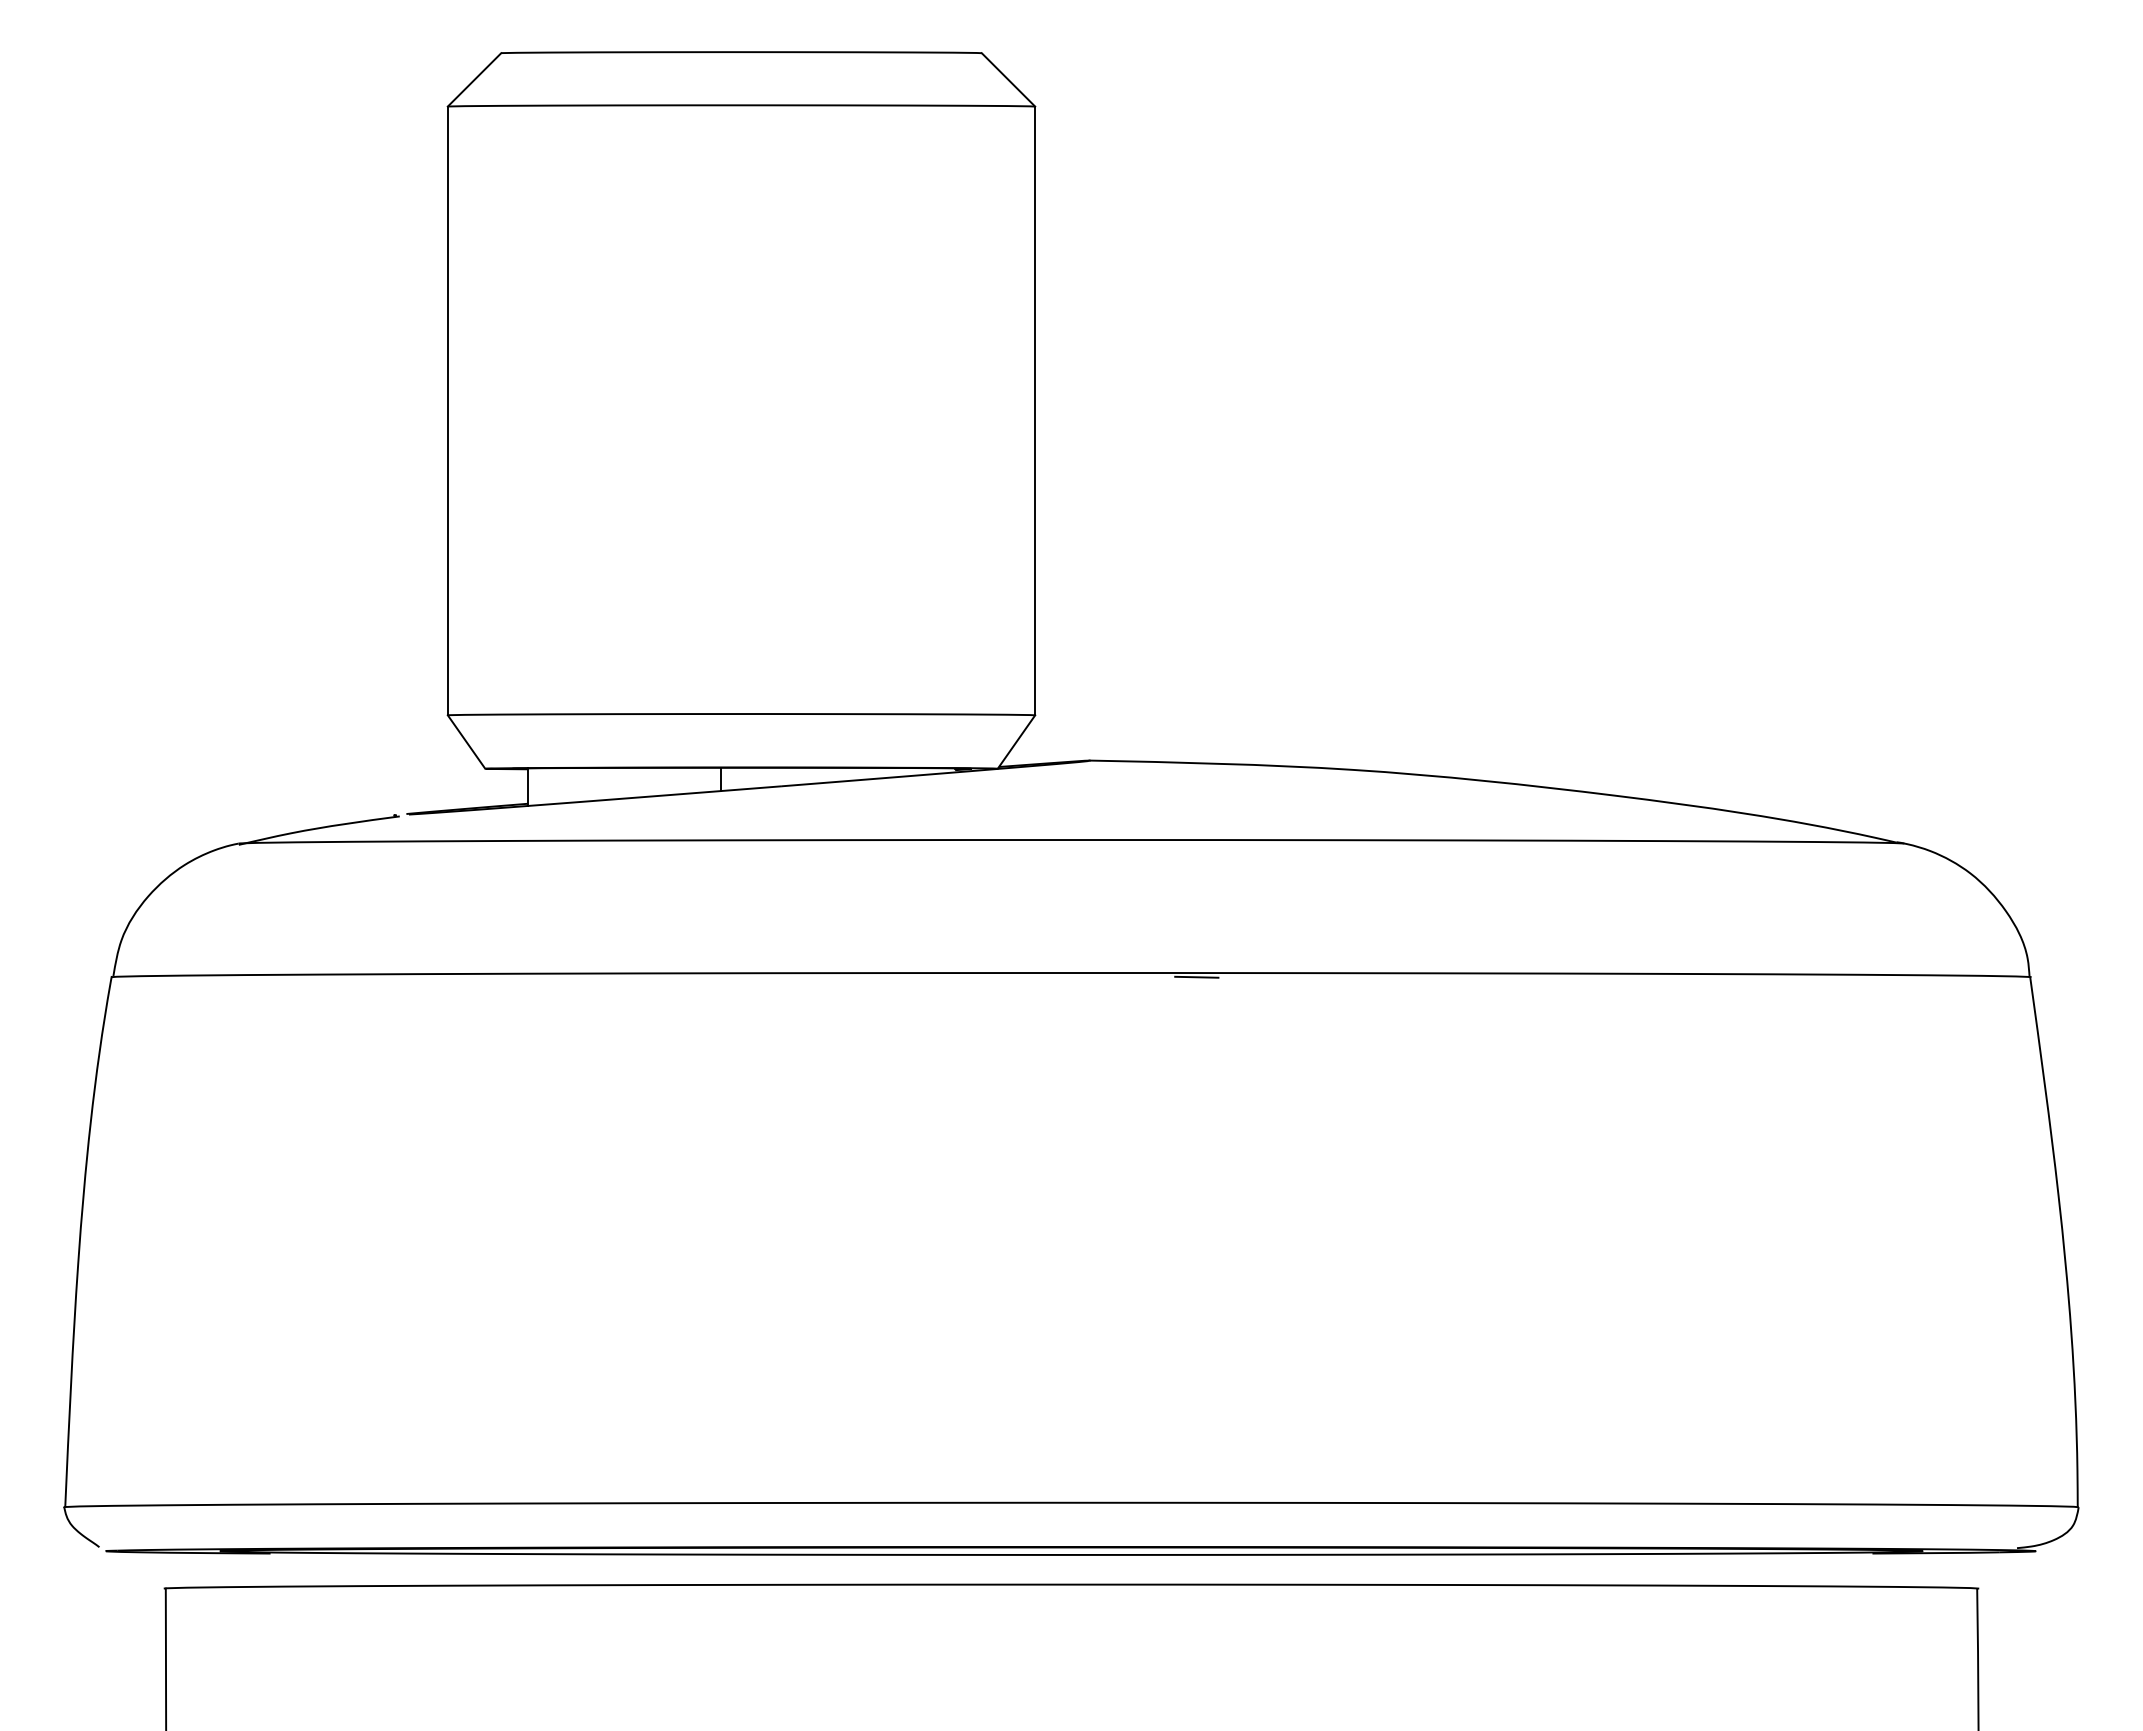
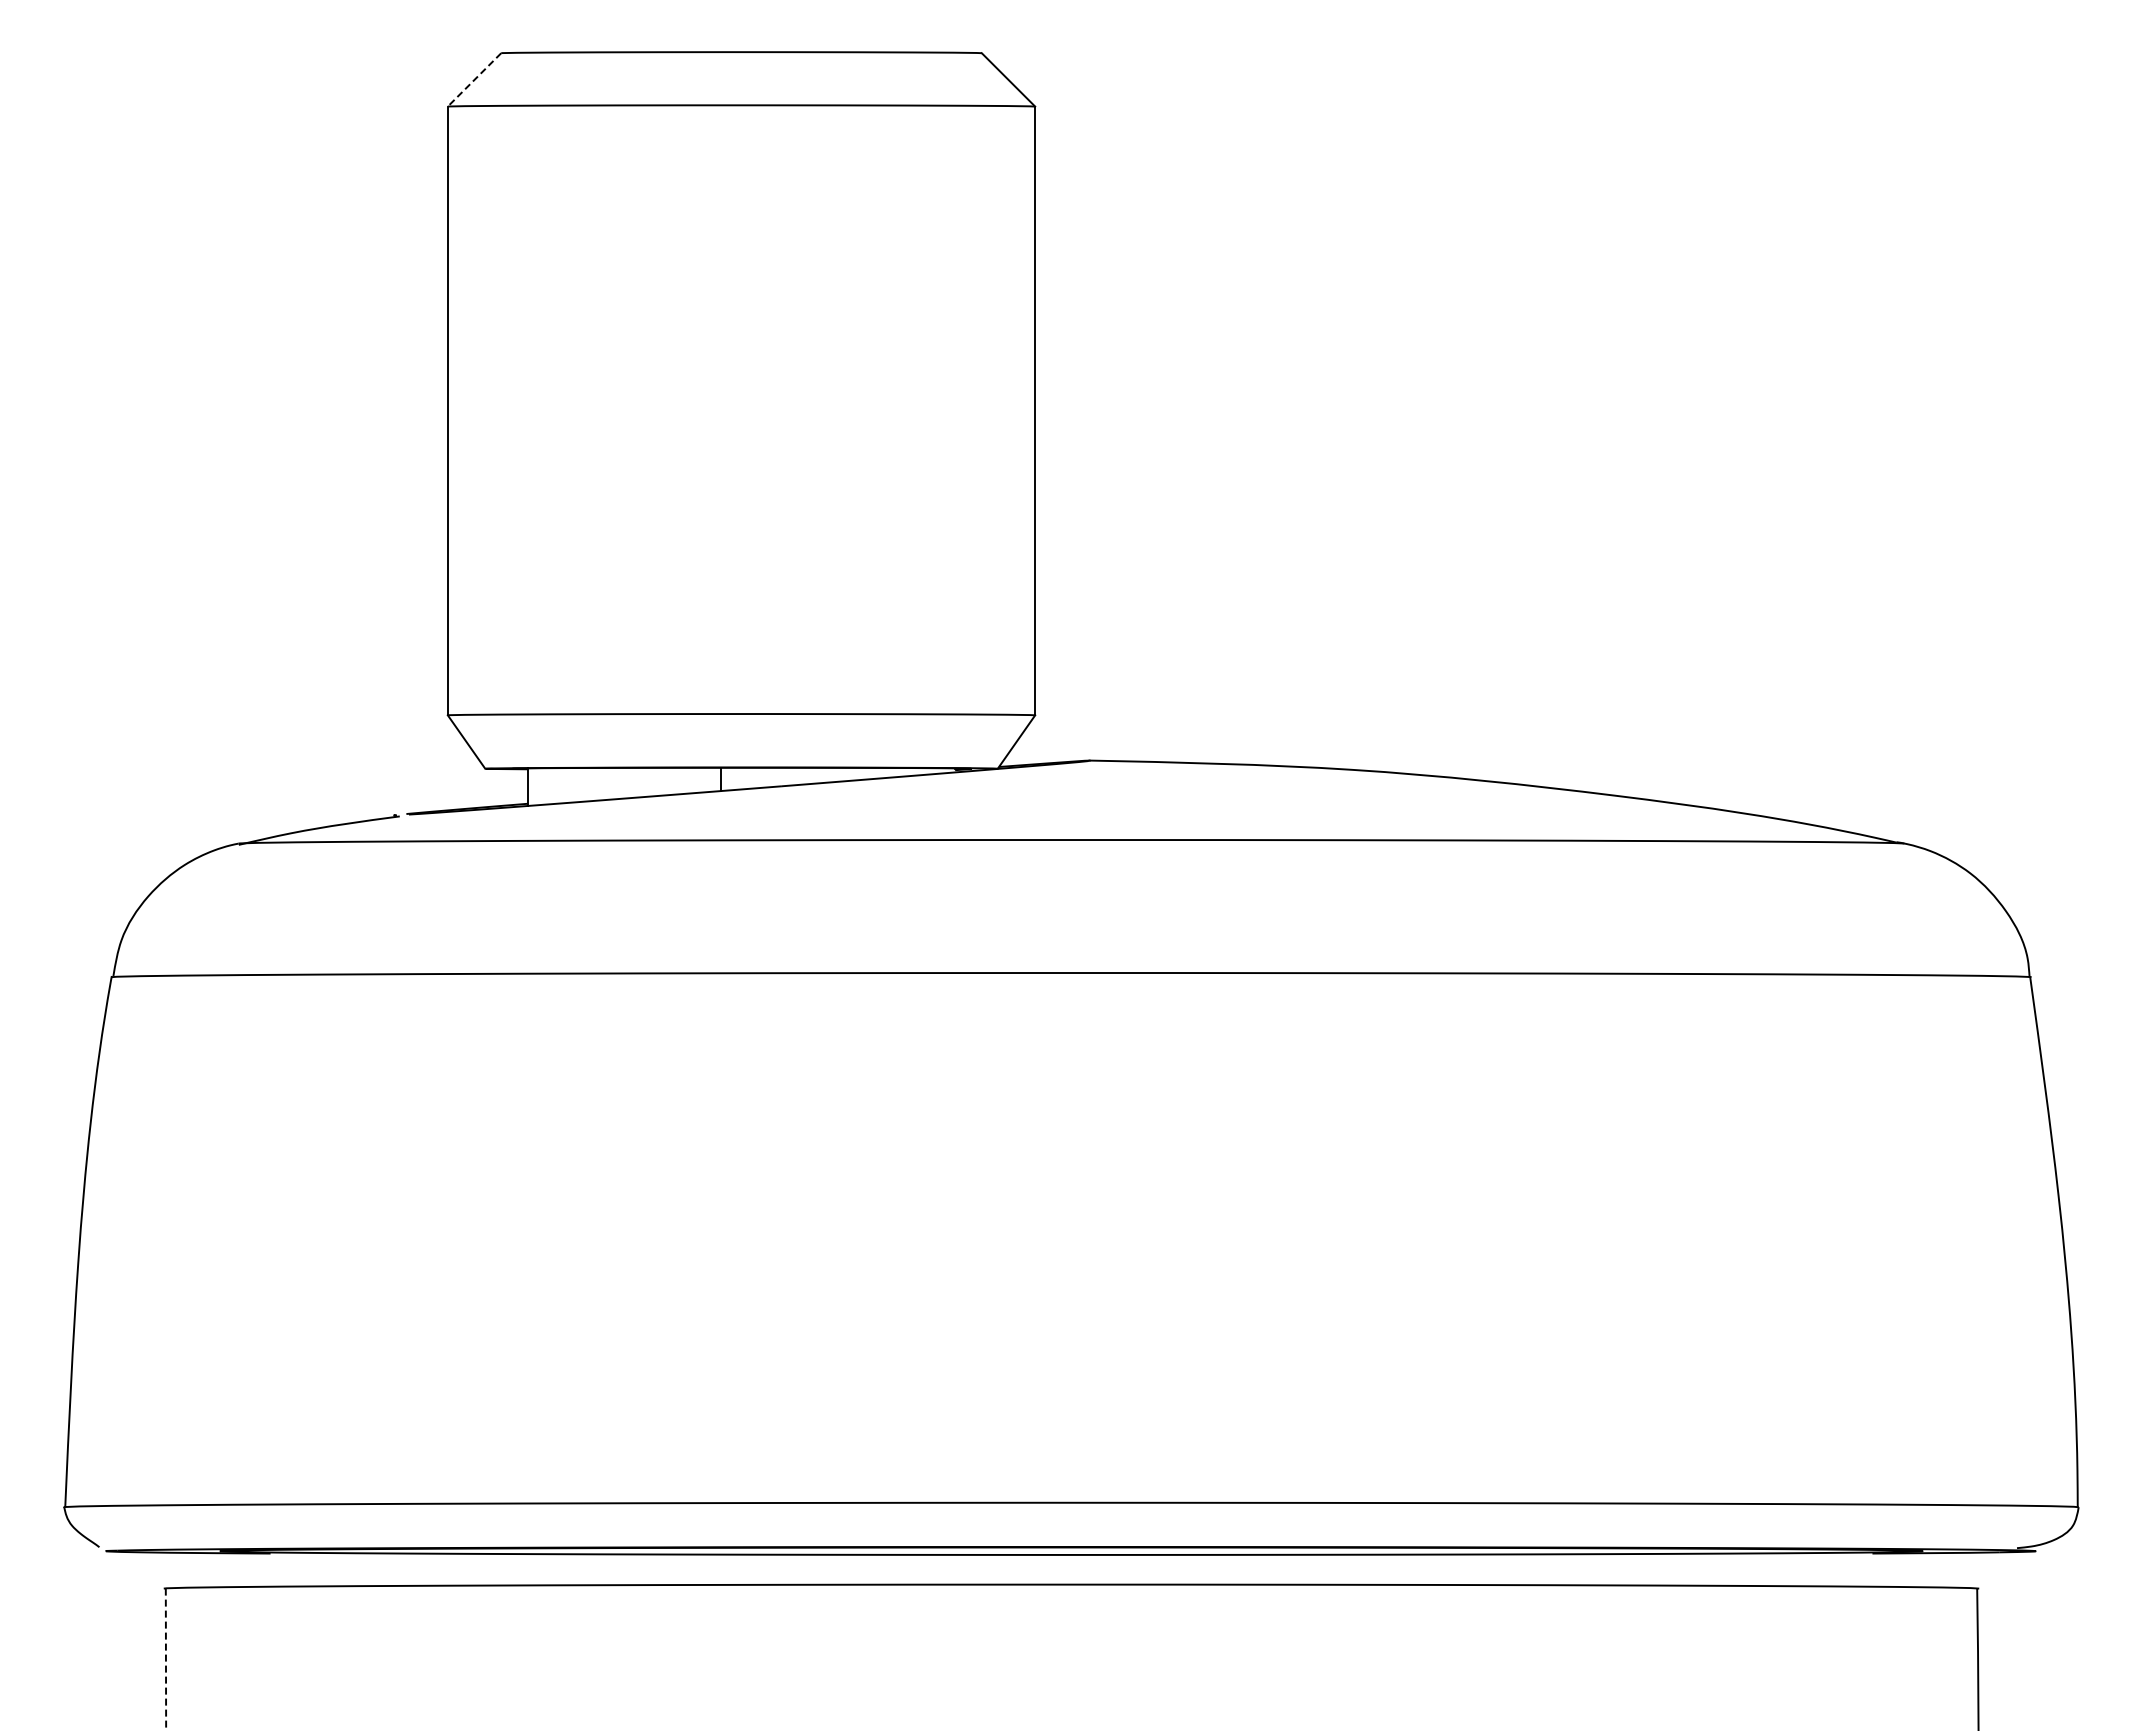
line at (474, 79): solid -> dashed
line at (1196, 976): present -> none
line at (165, 1659): solid -> dashed
